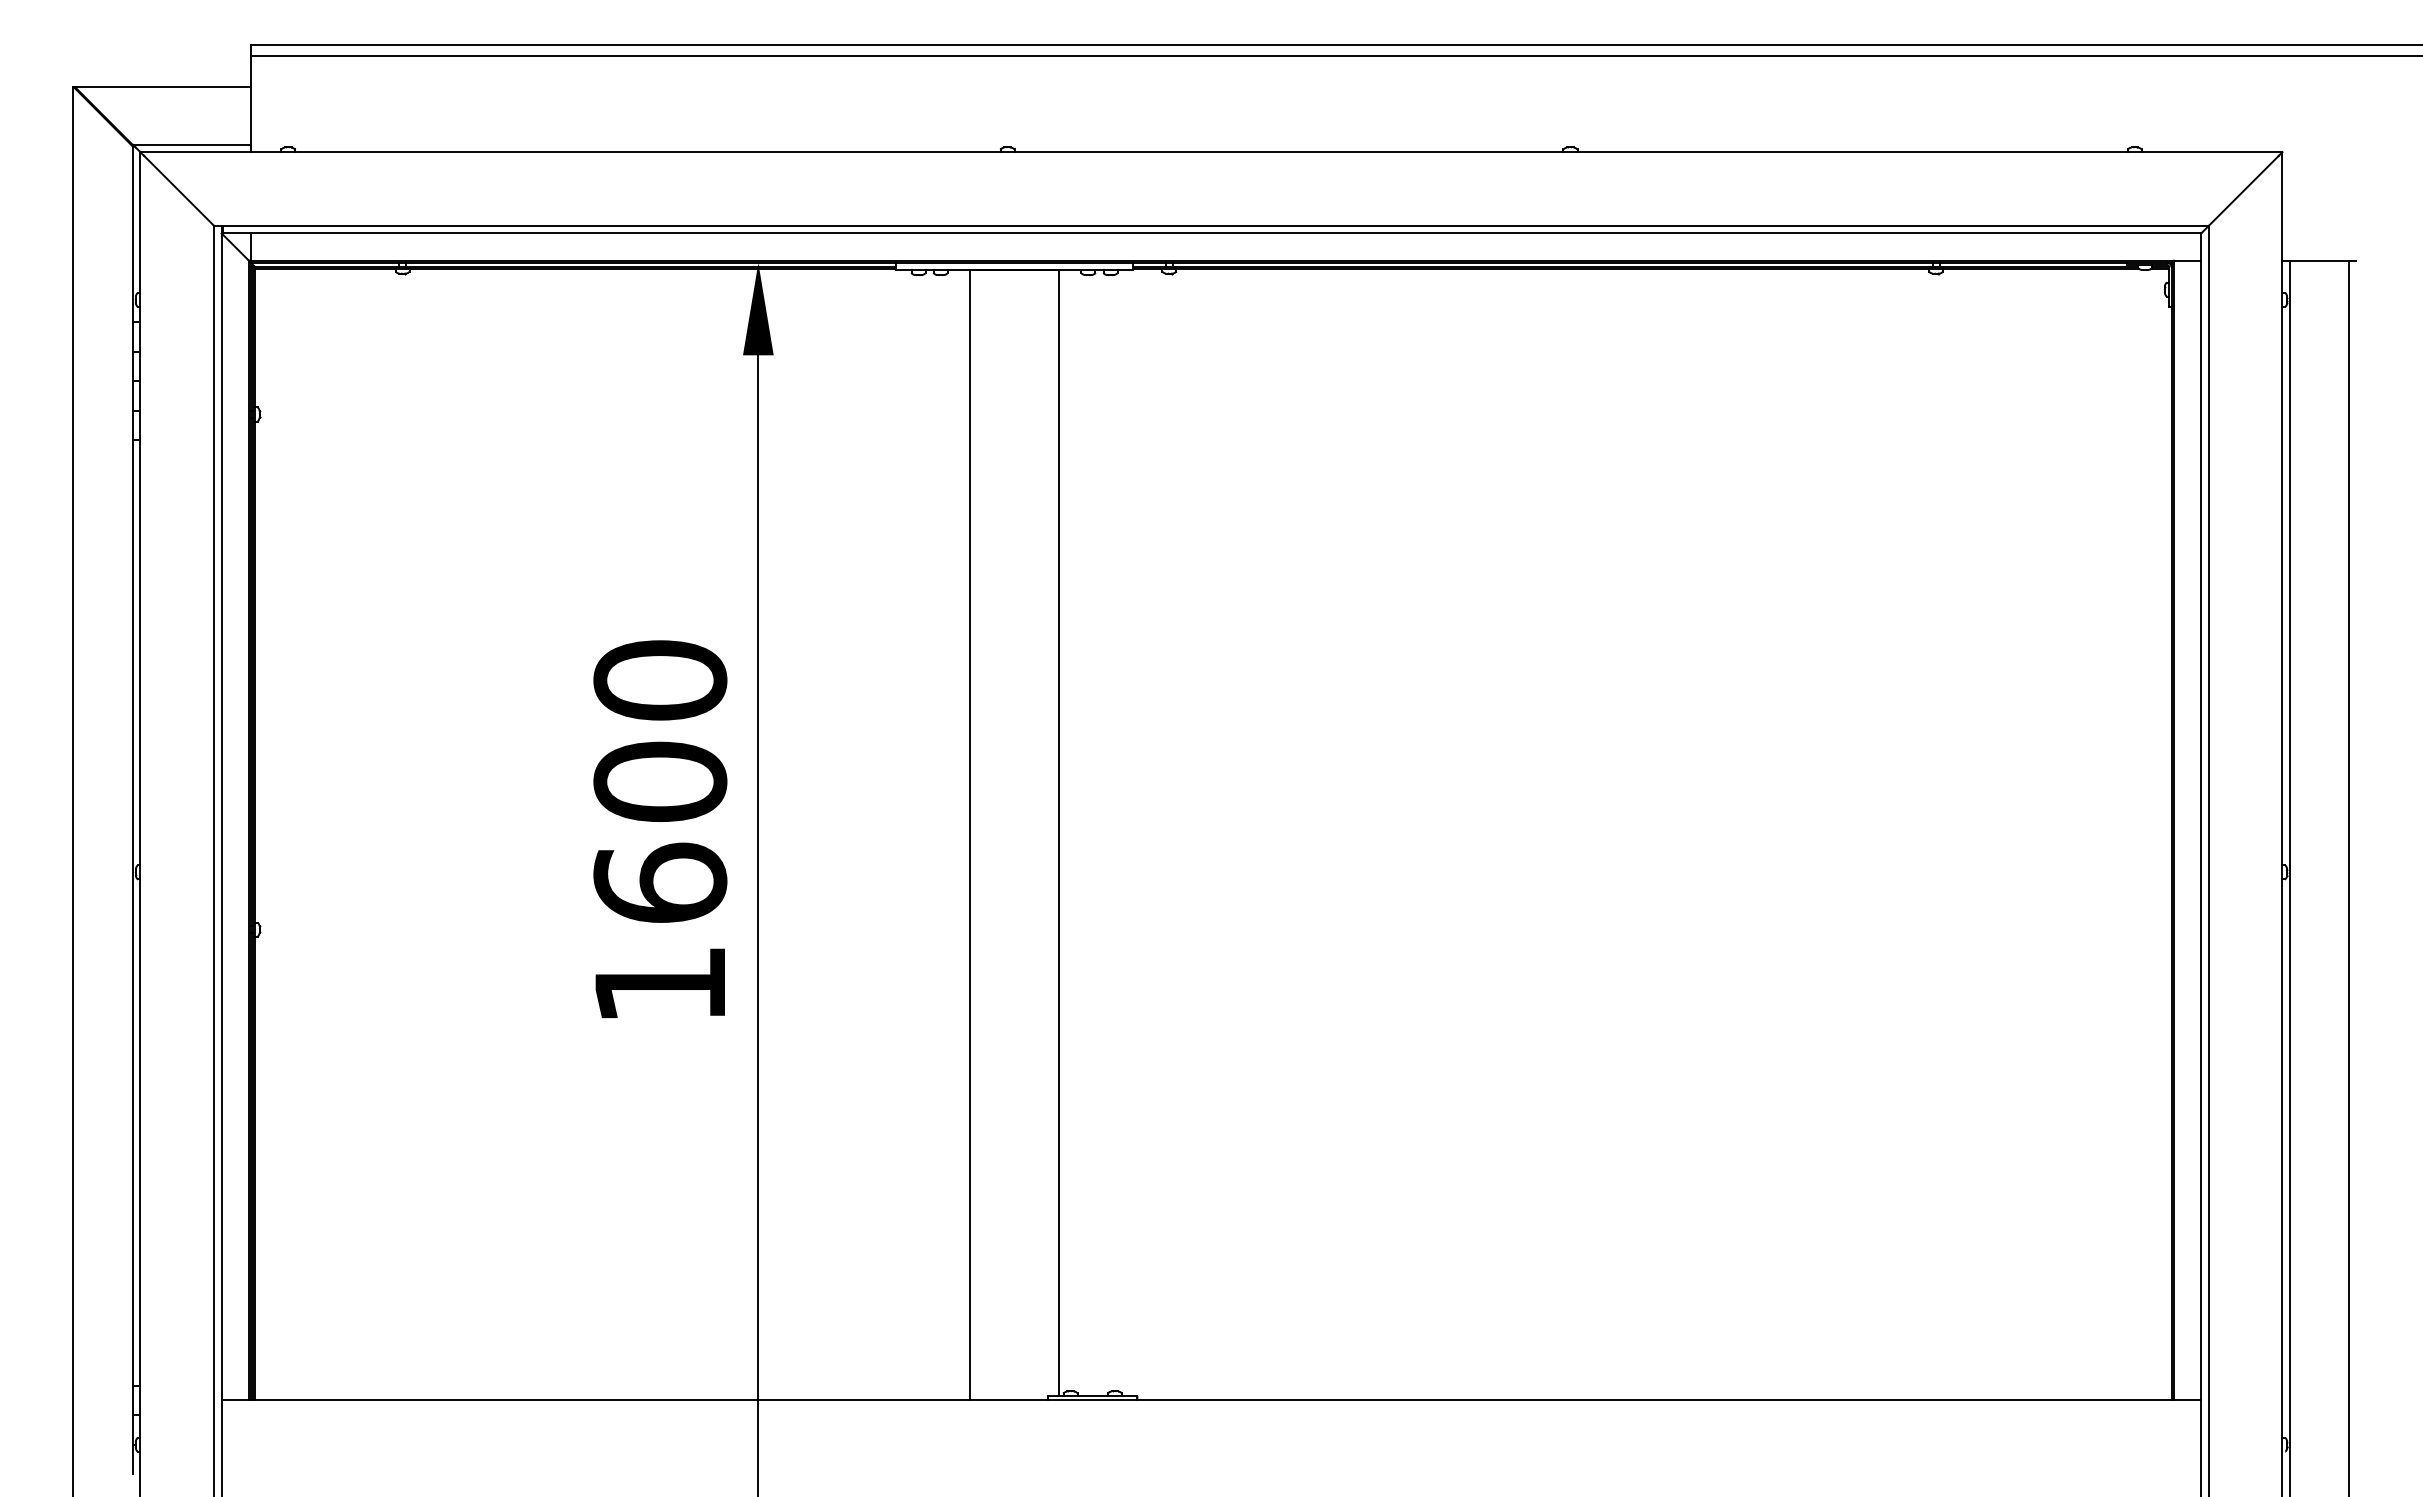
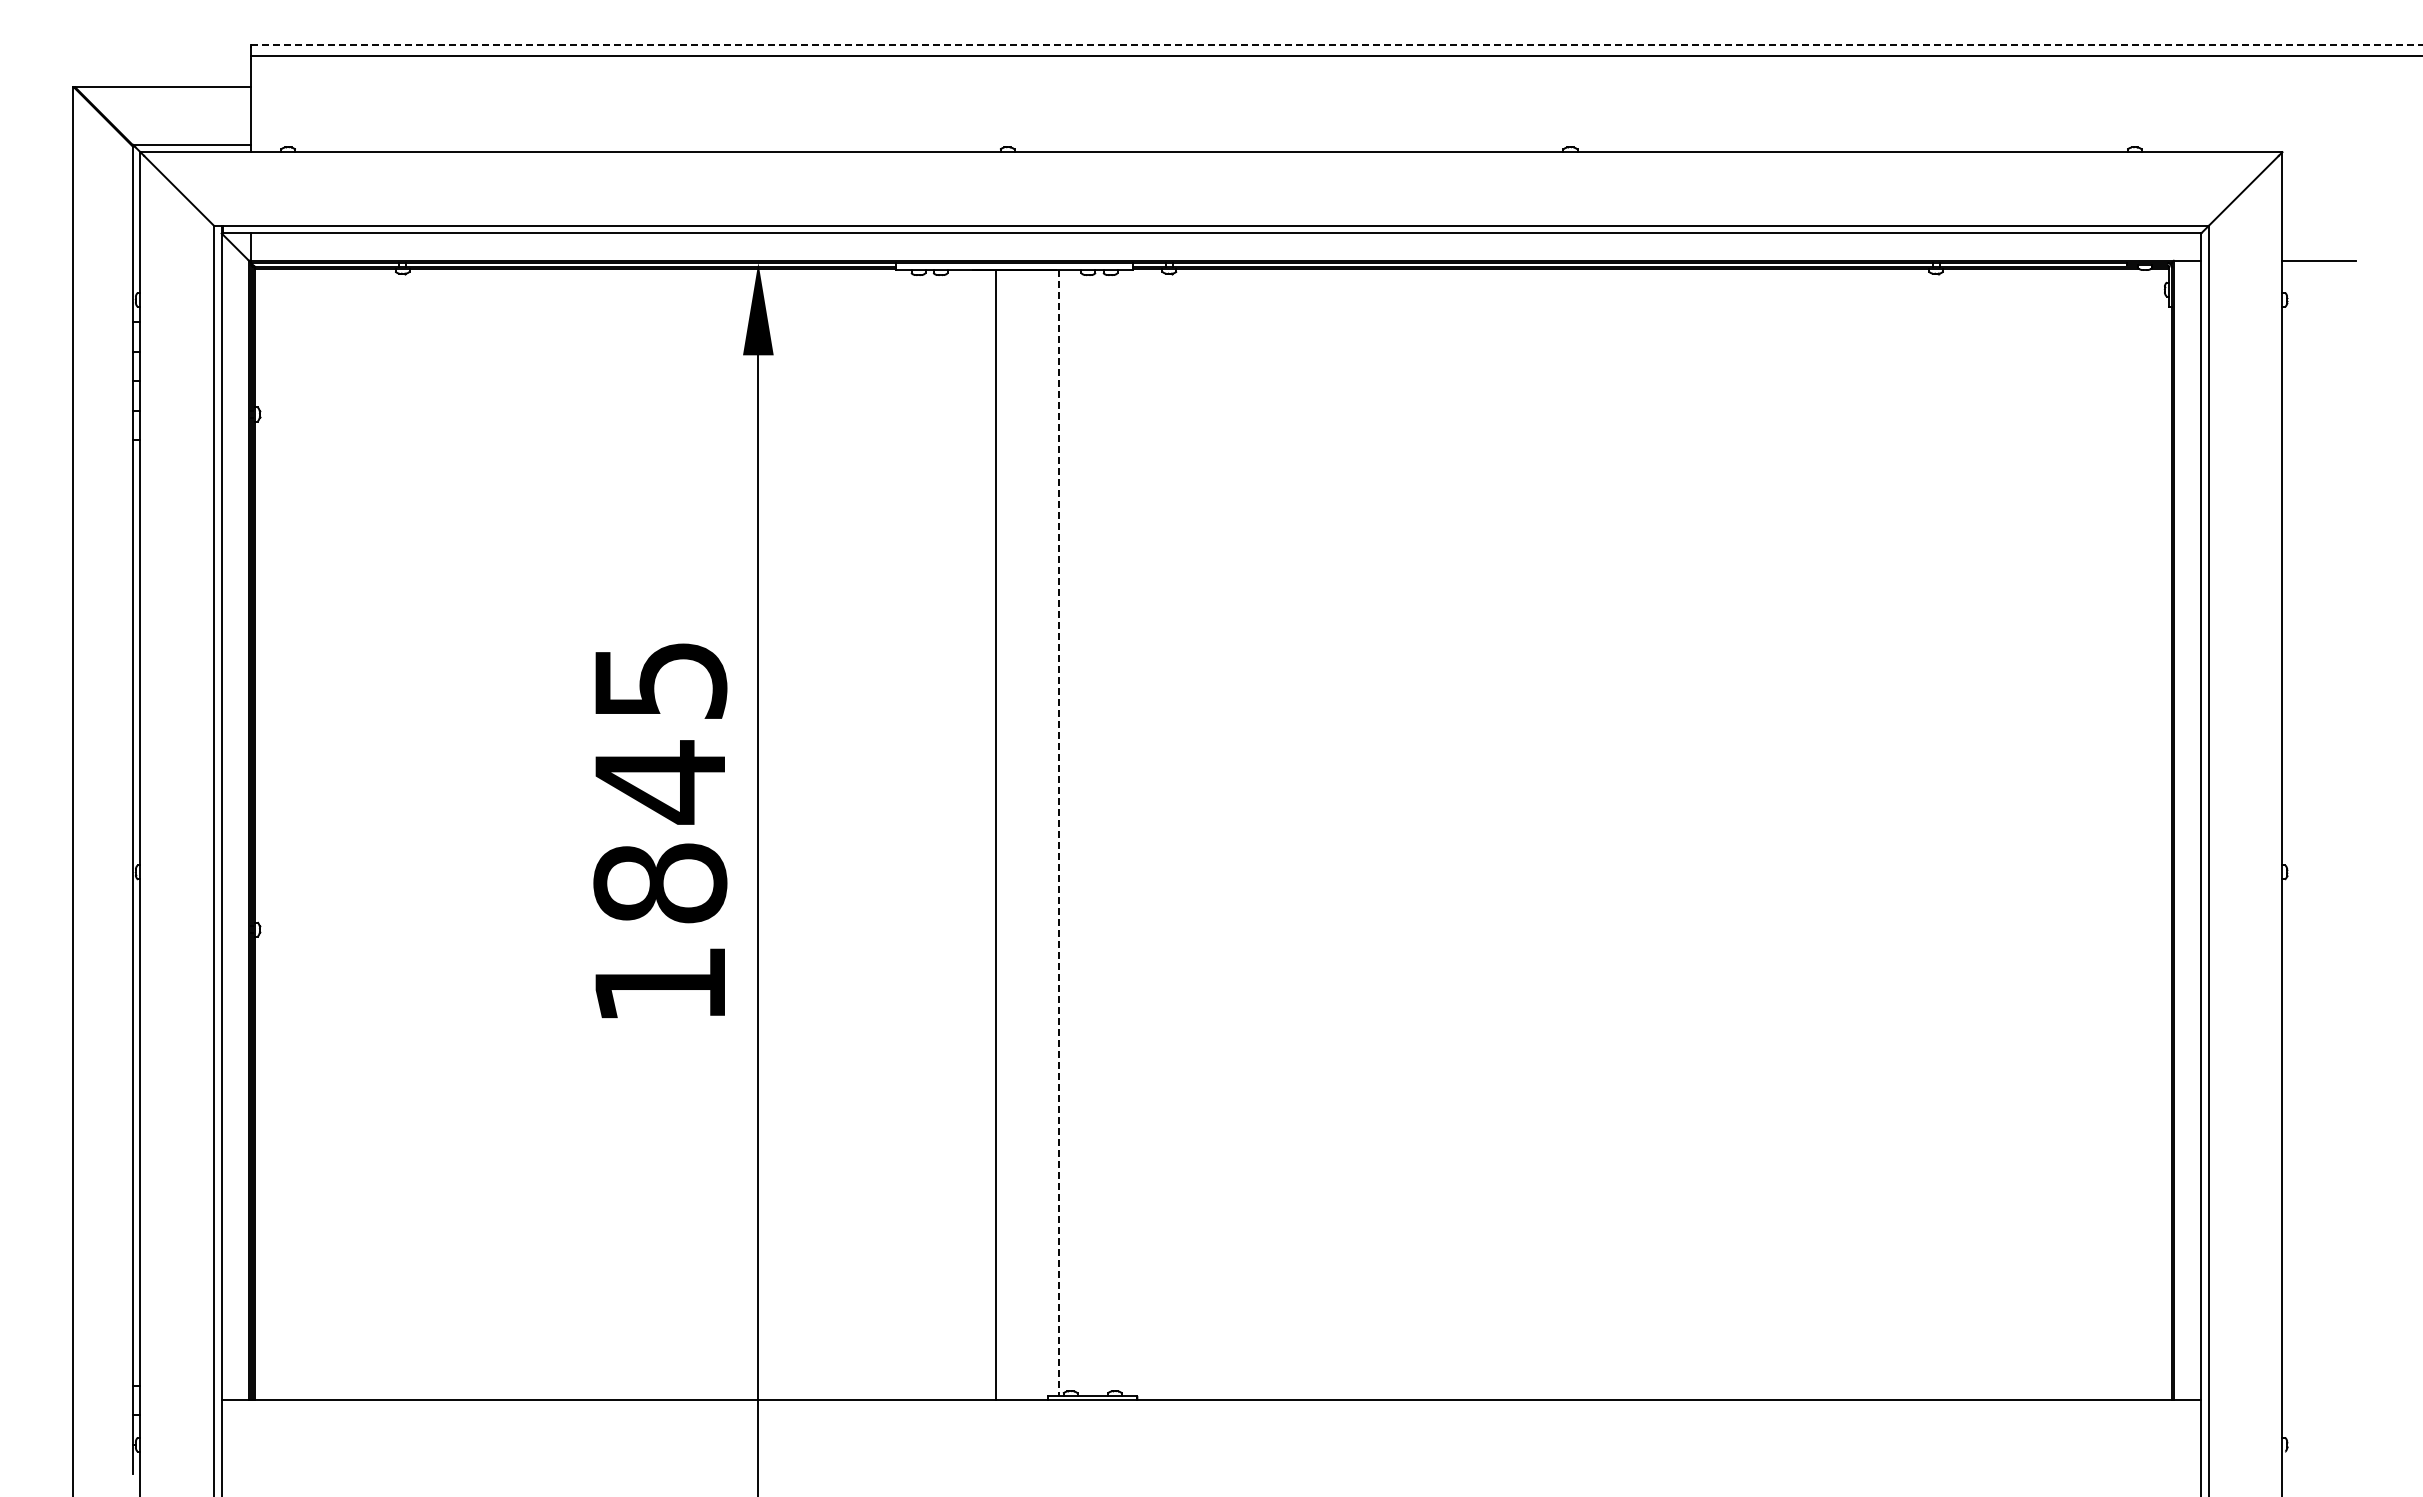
line at (1337, 45): solid -> dashed
text at (660, 781): 1600 -> 1845
line at (1058, 833): solid -> dashed
line at (970, 835) position: (970, 835) -> (996, 835)
line at (2289, 876): present -> none
line at (2348, 876): present -> none
